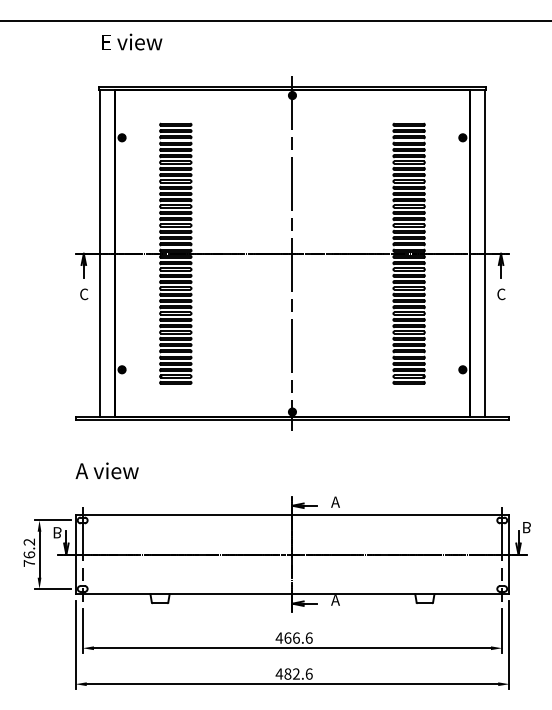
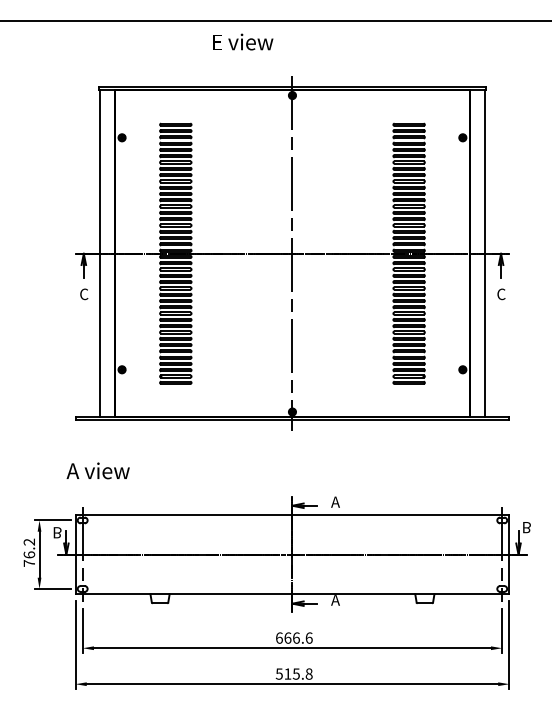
text at (132, 41) position: (132, 41) -> (243, 41)
text at (106, 470) position: (106, 470) -> (97, 470)
text at (279, 637): 466.6 -> 666.6
text at (293, 673): 482.6 -> 515.8
